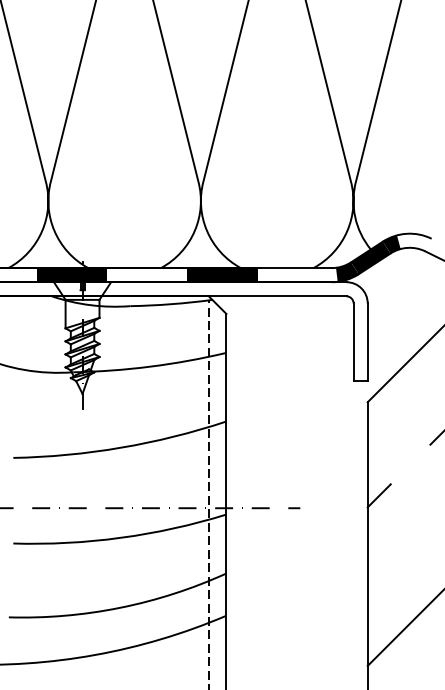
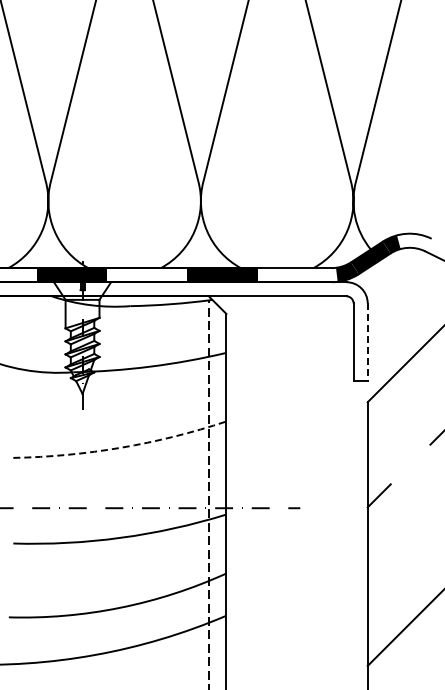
line at (367, 342): solid -> dashed
arc at (121, 447): solid -> dashed
